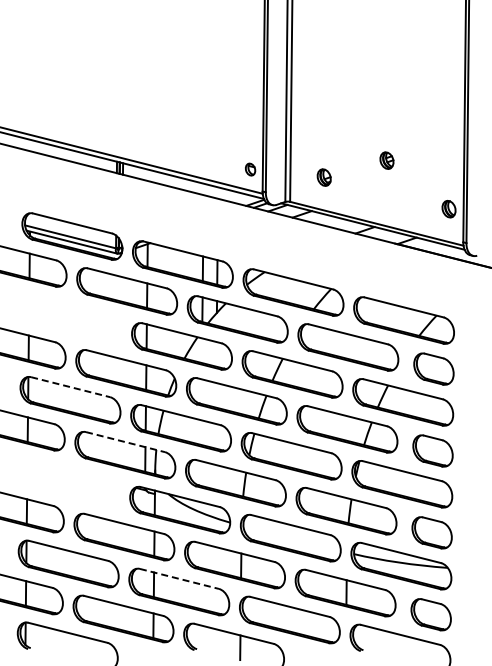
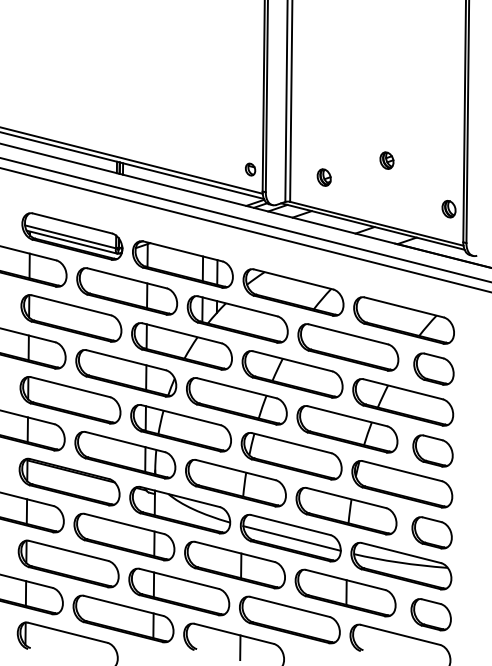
line at (245, 219): none -> present
line at (245, 229): none -> present
part at (71, 318): none -> present
line at (70, 387): dashed -> solid
line at (125, 442): dashed -> solid
part at (69, 481): none -> present
line at (291, 538): none -> present
line at (179, 578): dashed -> solid
